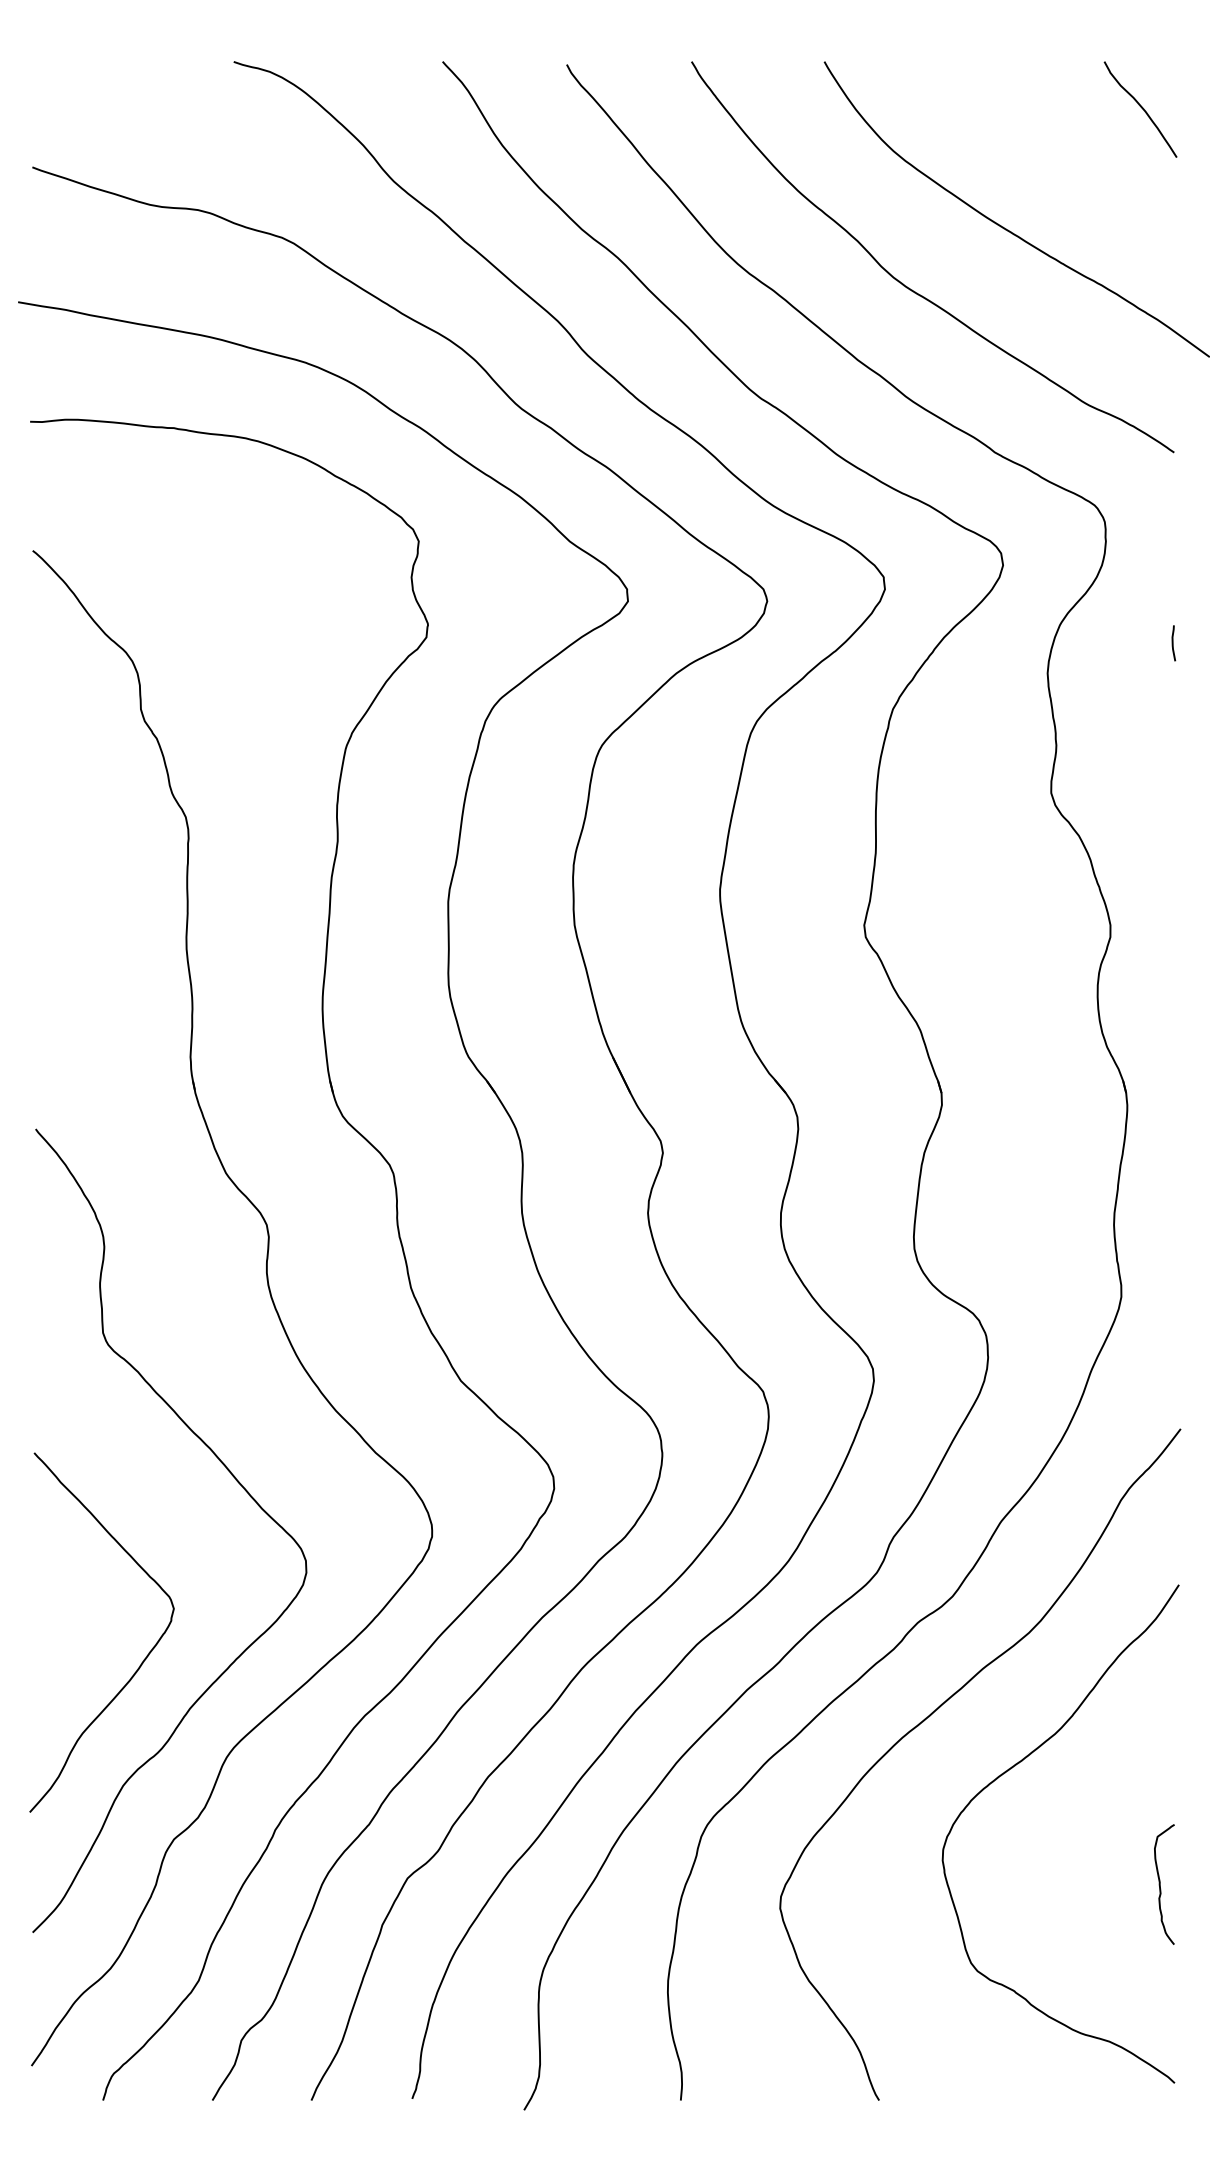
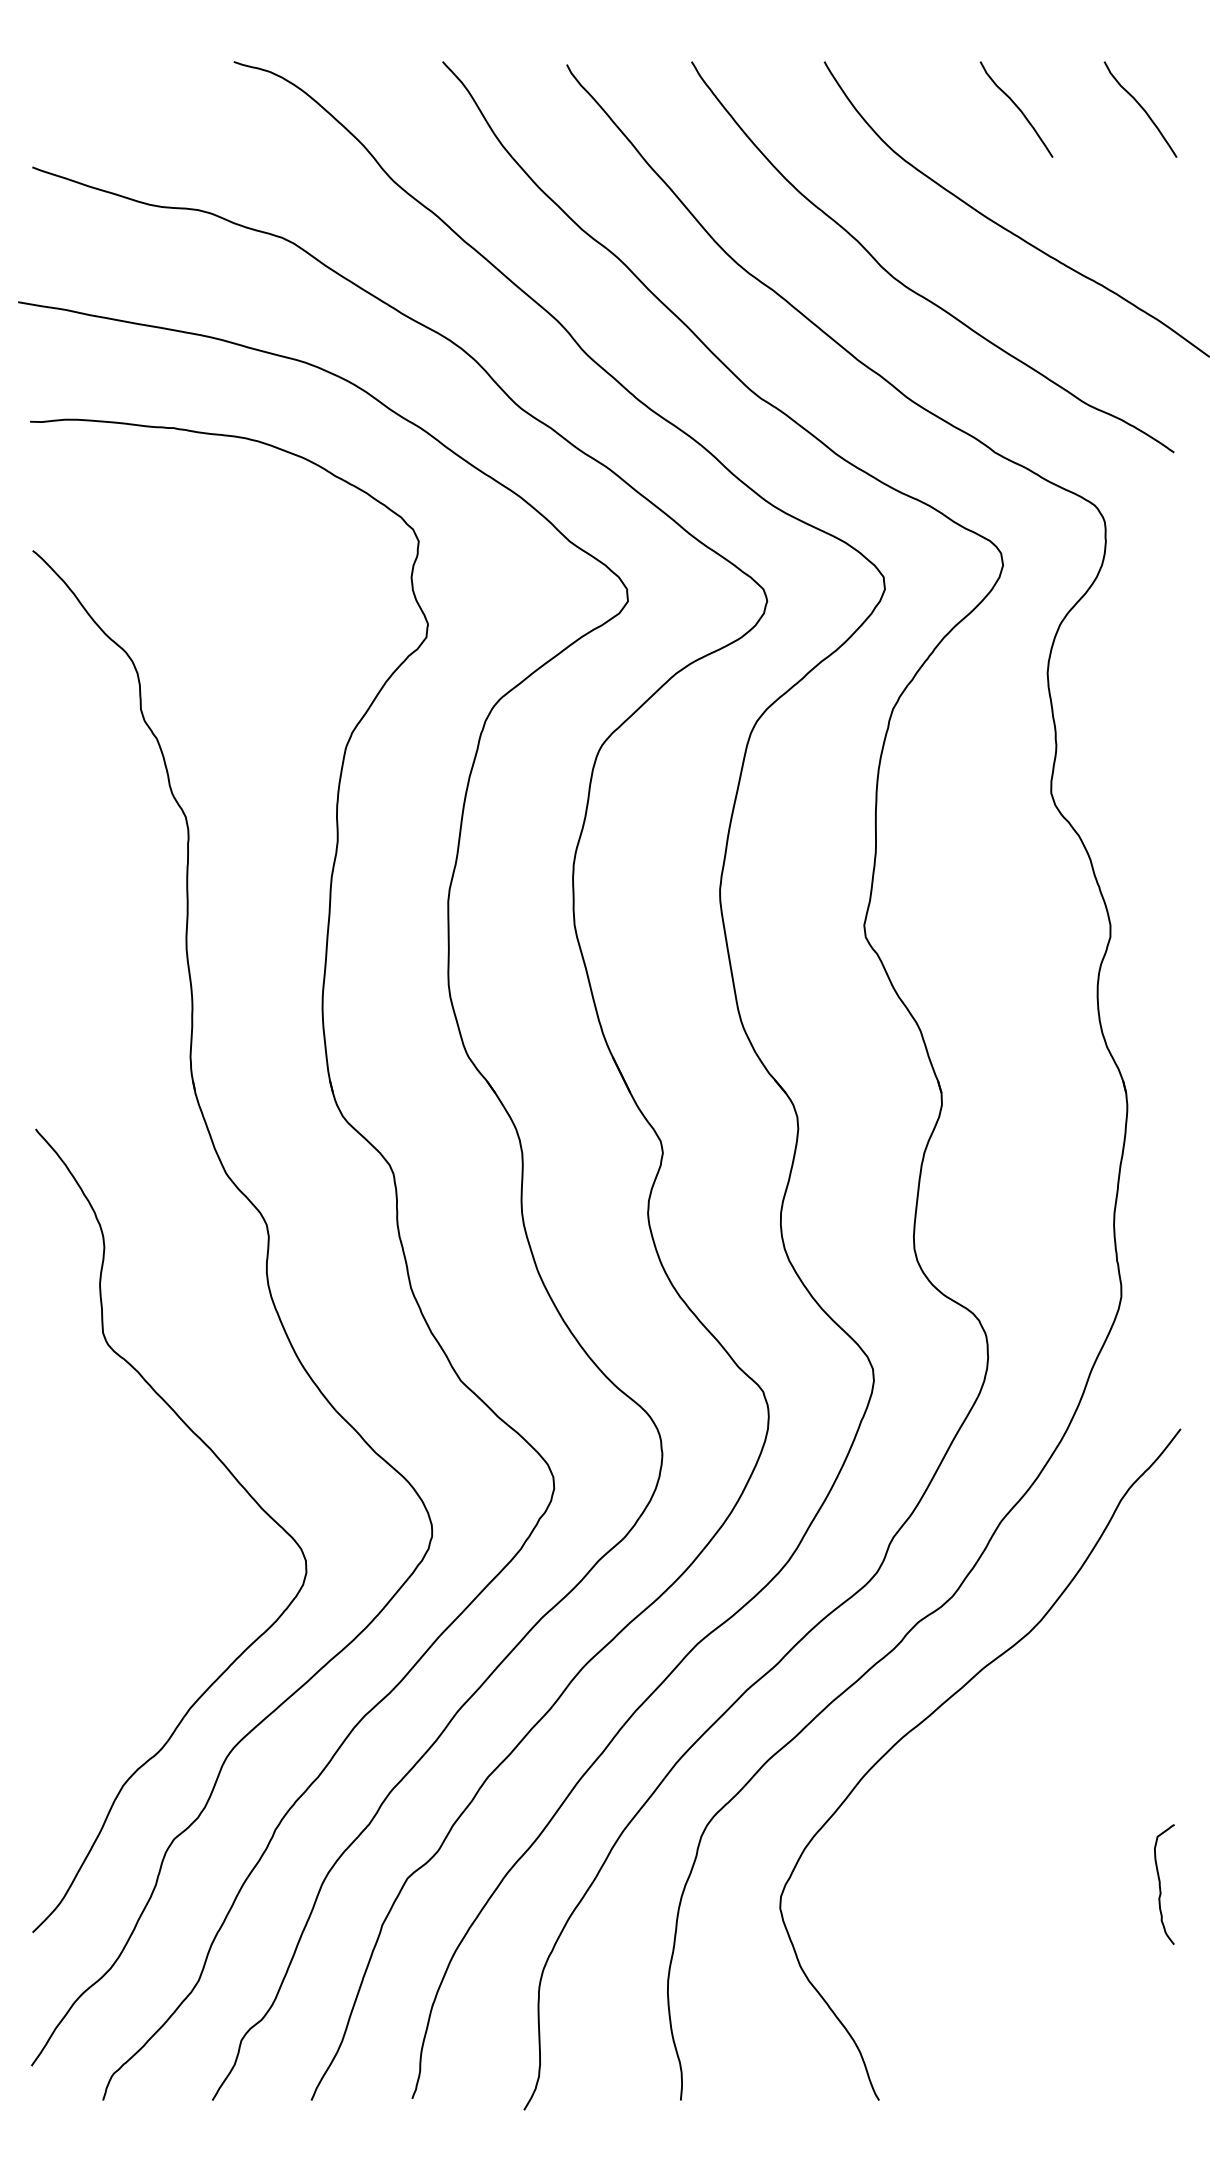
curve at (1017, 108): none -> present
curve at (1173, 643): present -> none
curve at (143, 1659): present -> none
curve at (1015, 1766): present -> none
